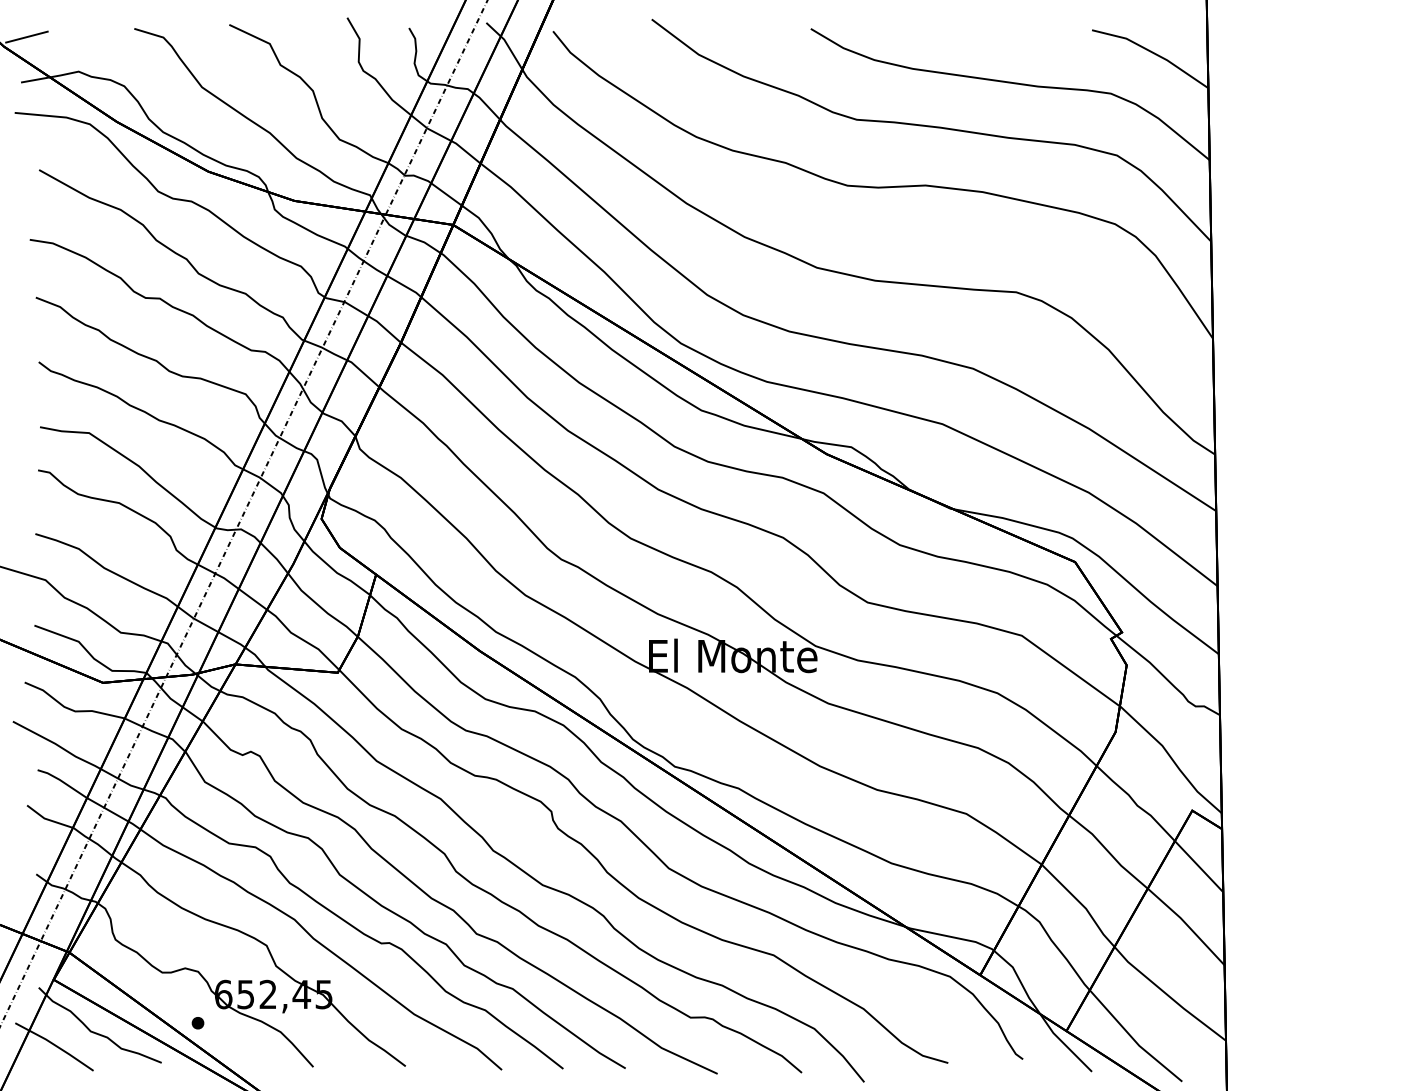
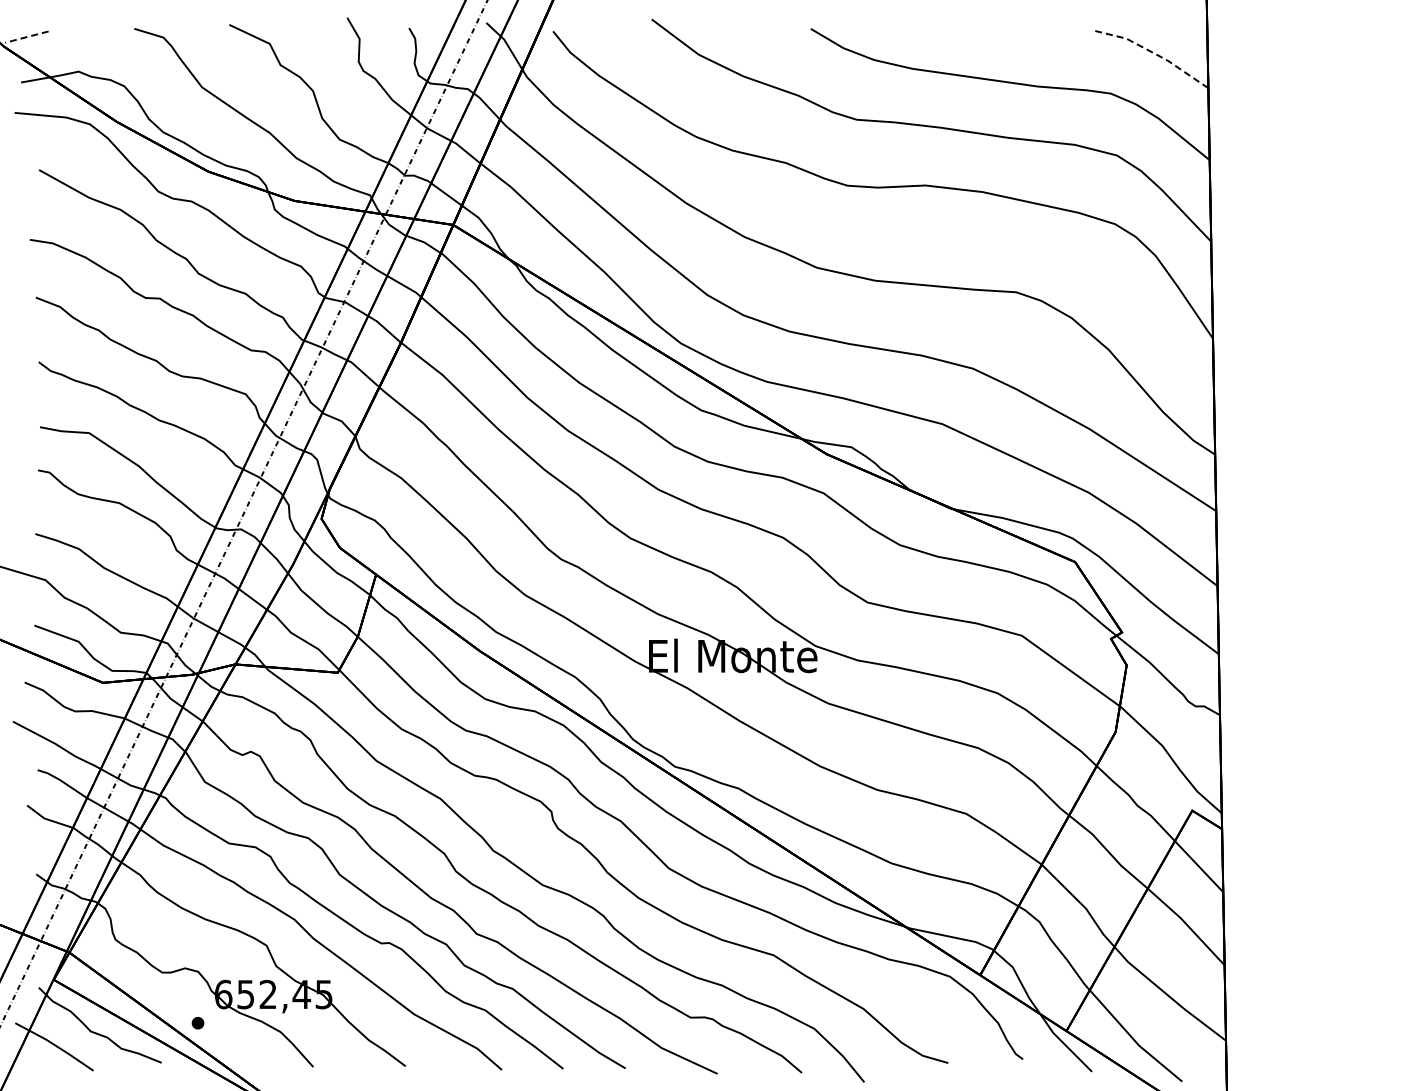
line at (26, 37): solid -> dashed
line at (1152, 52): solid -> dashed
